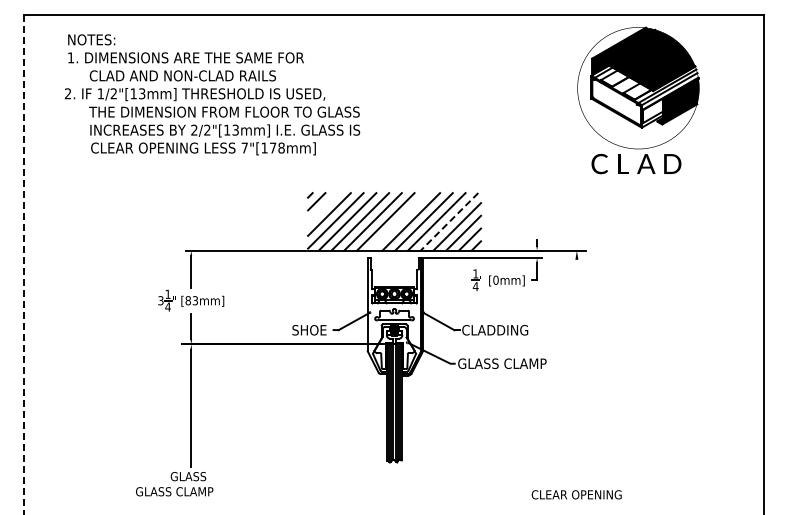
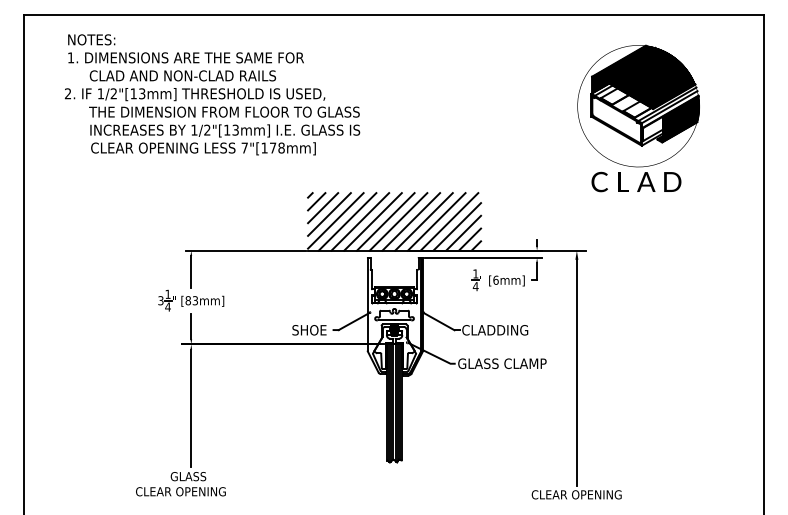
part at (638, 100) position: (638, 100) -> (638, 118)
text at (194, 129): 2/2"[13mm] -> 1/2"[13mm]
line at (323, 208): none -> present
line at (398, 221): none -> present
line at (449, 221): dashed -> solid
line at (23, 265): dashed -> solid
text at (495, 279): [0mm] -> [6mm]
line at (576, 372): none -> present
text at (182, 491): GLASS CLAMP -> CLEAR OPENING
